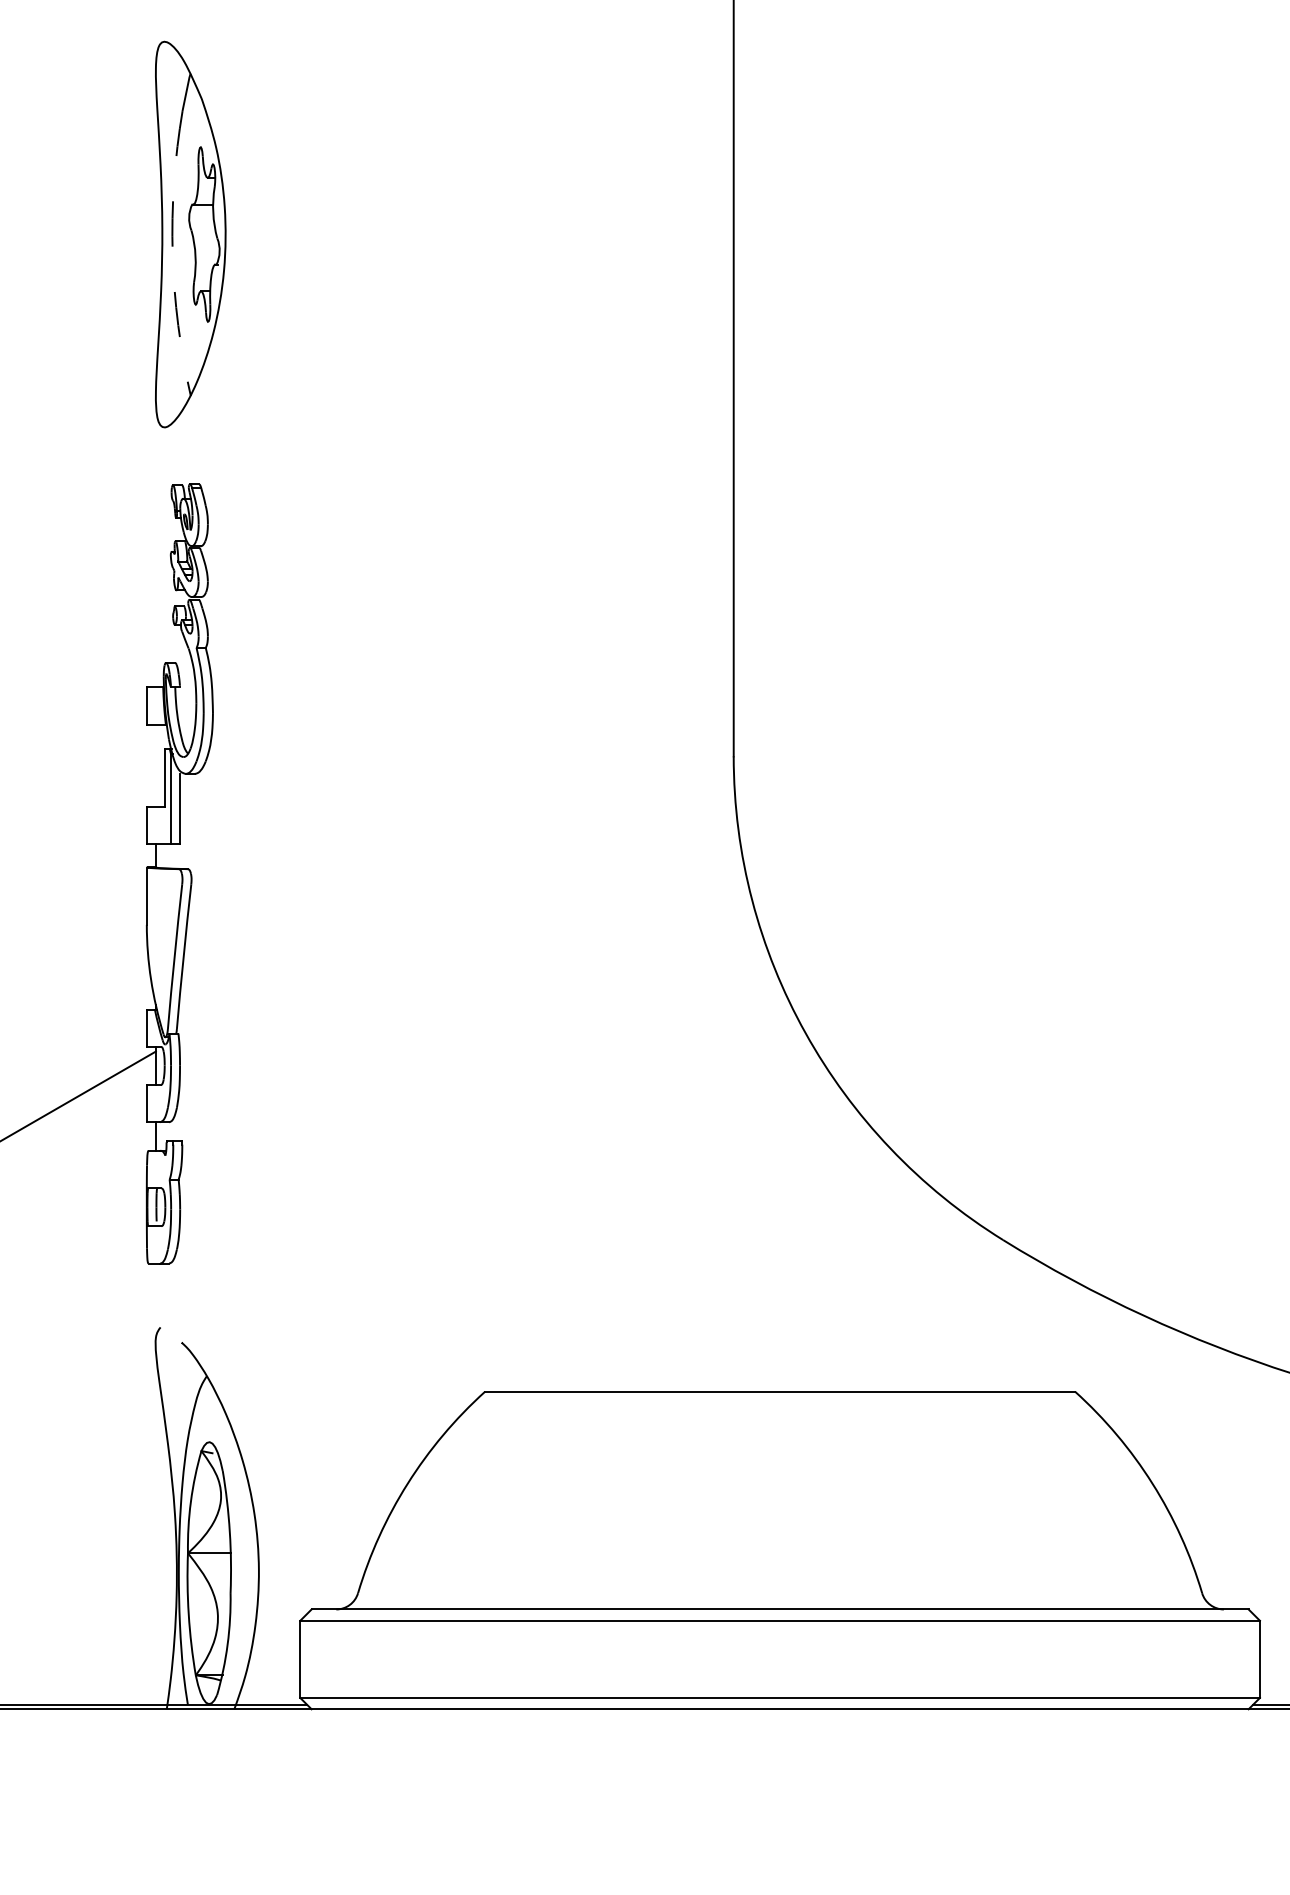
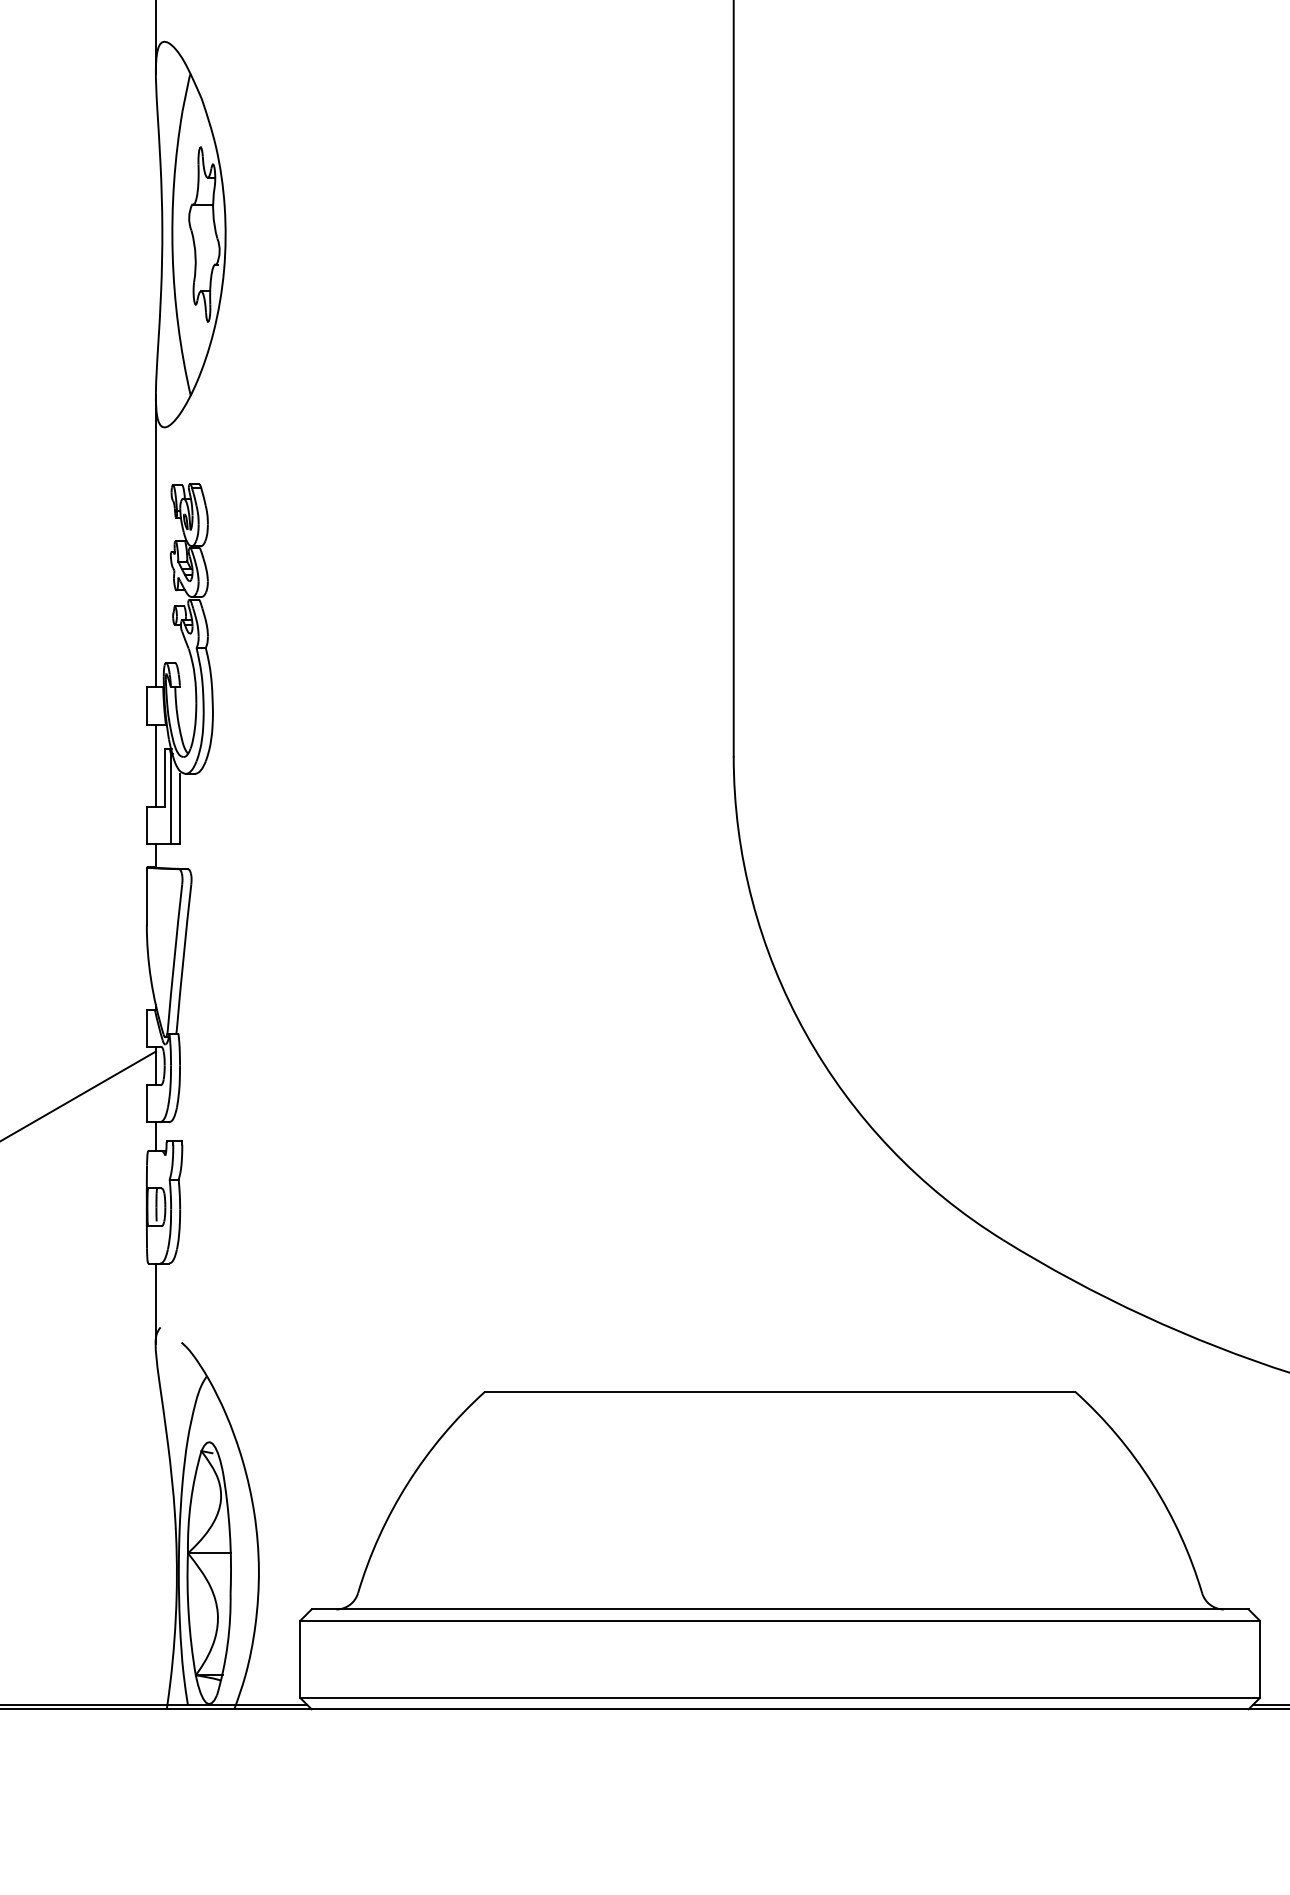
line at (155, 37): none -> present
arc at (172, 254): dashed -> solid
line at (155, 541): none -> present
line at (155, 765): none -> present
line at (155, 1303): none -> present
